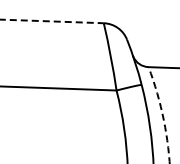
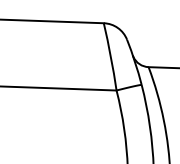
line at (51, 21): dashed -> solid
arc at (162, 114): dashed -> solid
